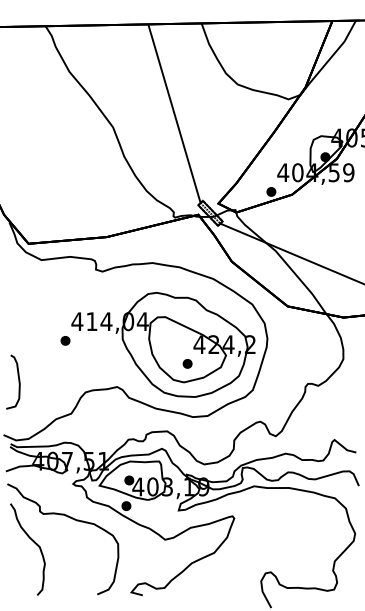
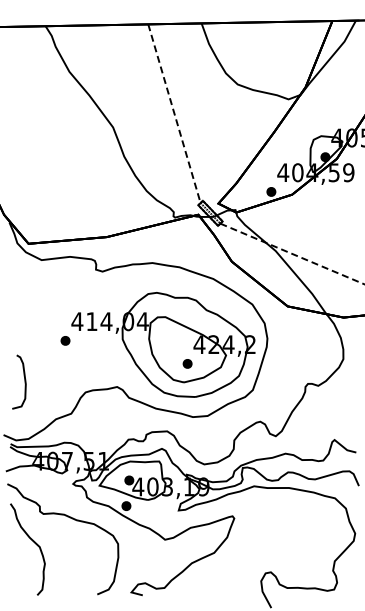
line at (174, 114): solid -> dashed
line at (293, 254): solid -> dashed
curve at (18, 381) position: (18, 381) -> (24, 381)
